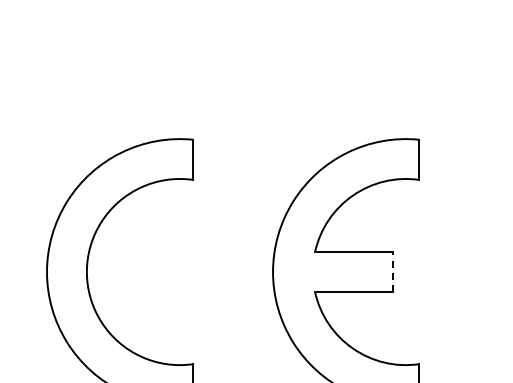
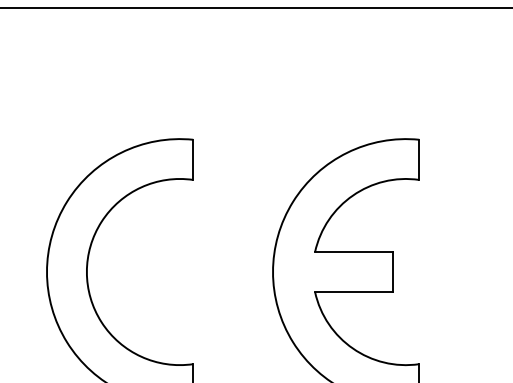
line at (255, 8): none -> present
line at (392, 272): dashed -> solid
